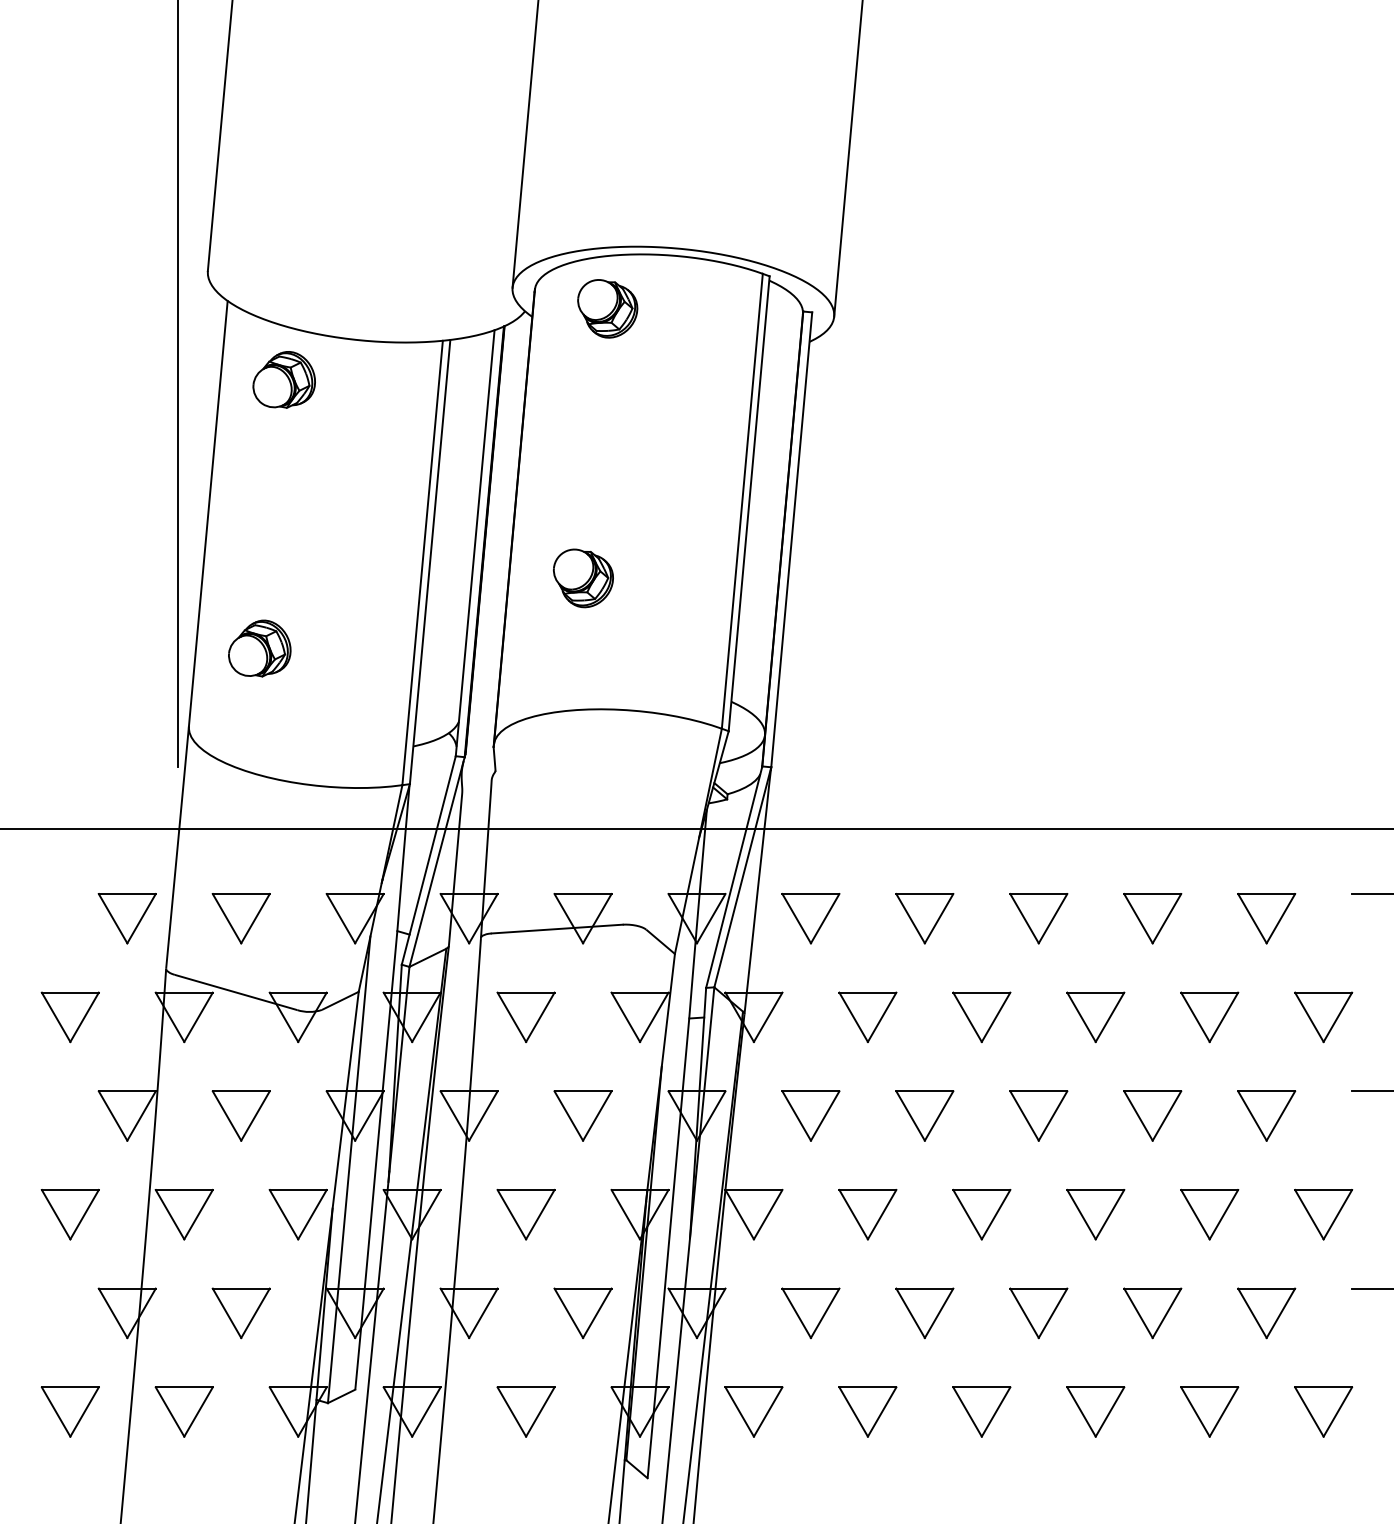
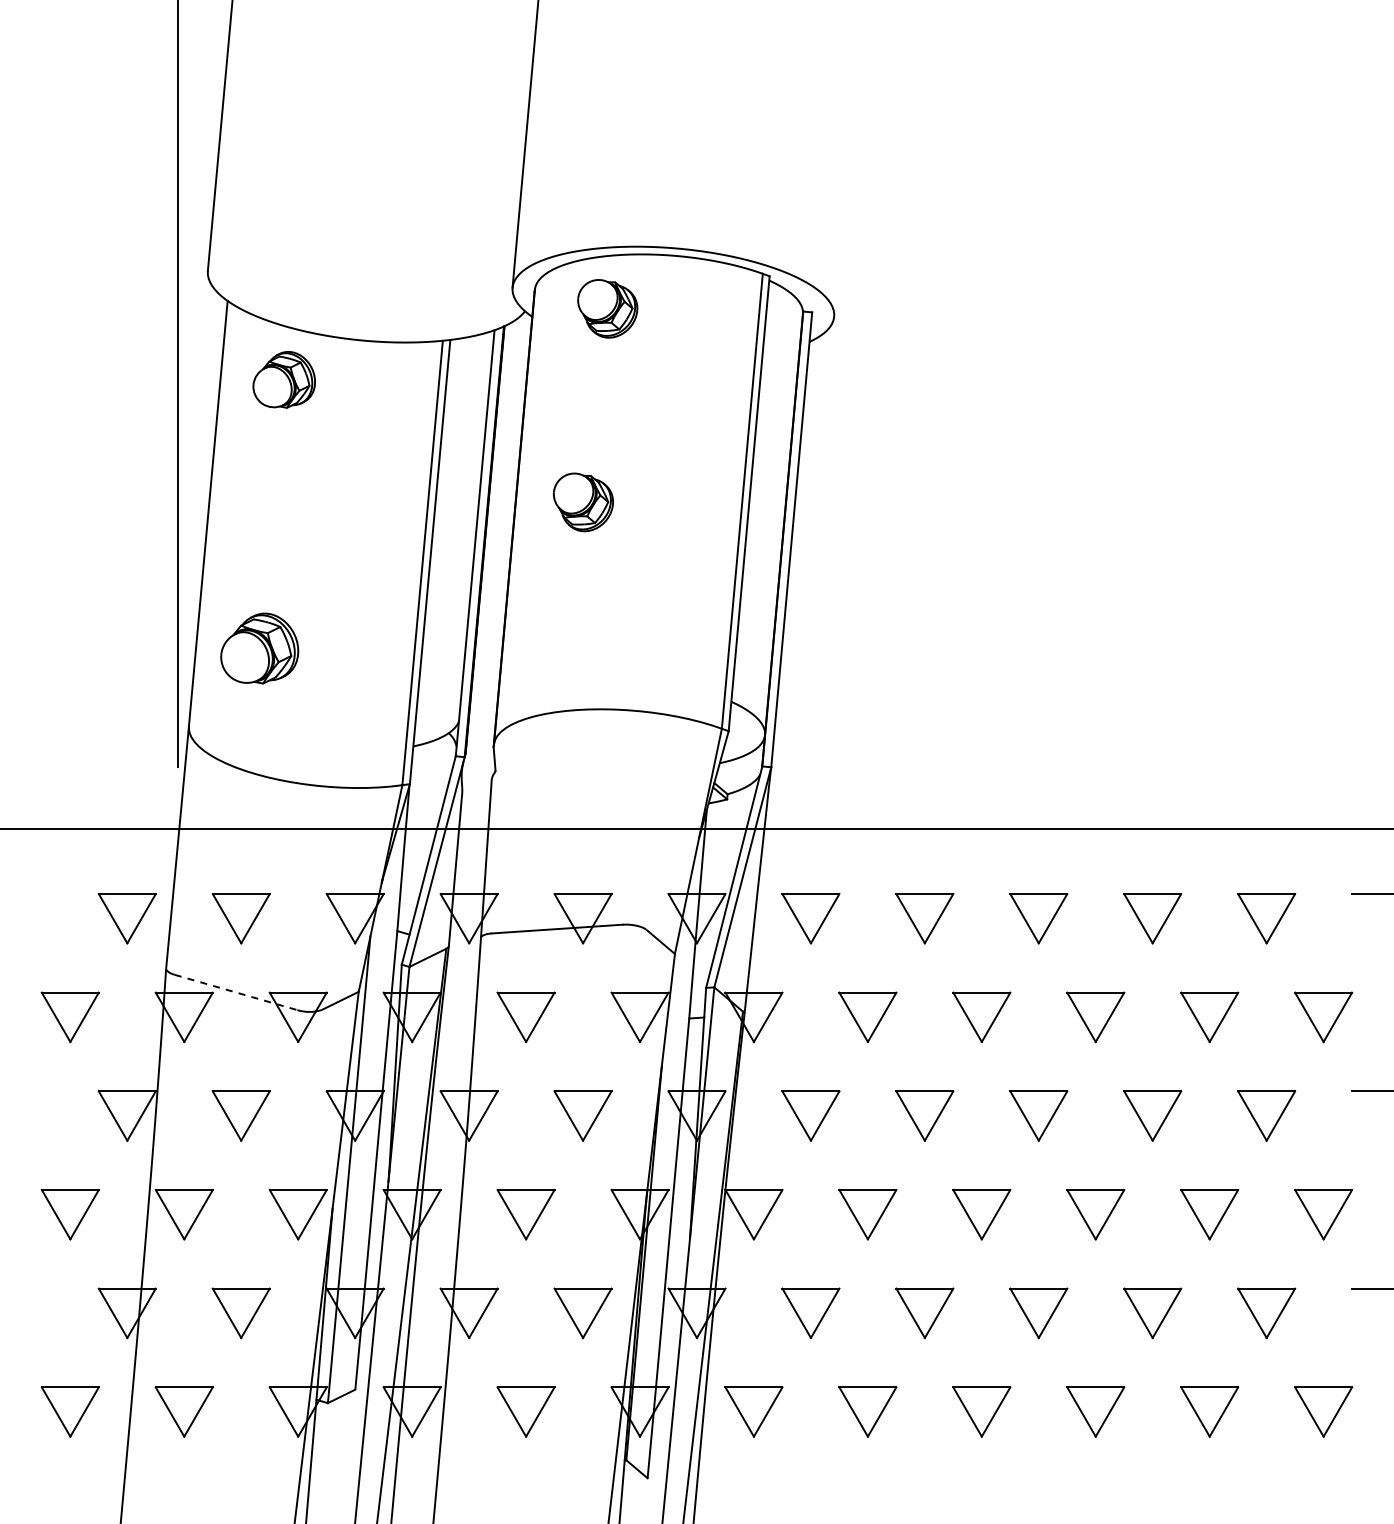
line at (848, 159): present -> none
part at (582, 578) position: (582, 578) -> (582, 502)
part at (259, 648) size: 64x59 px -> 80x73 px
line at (236, 992): solid -> dashed
